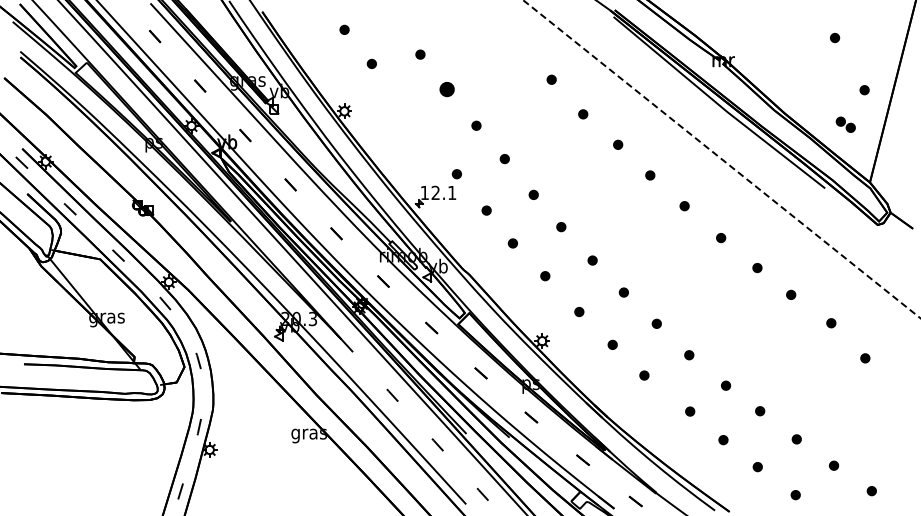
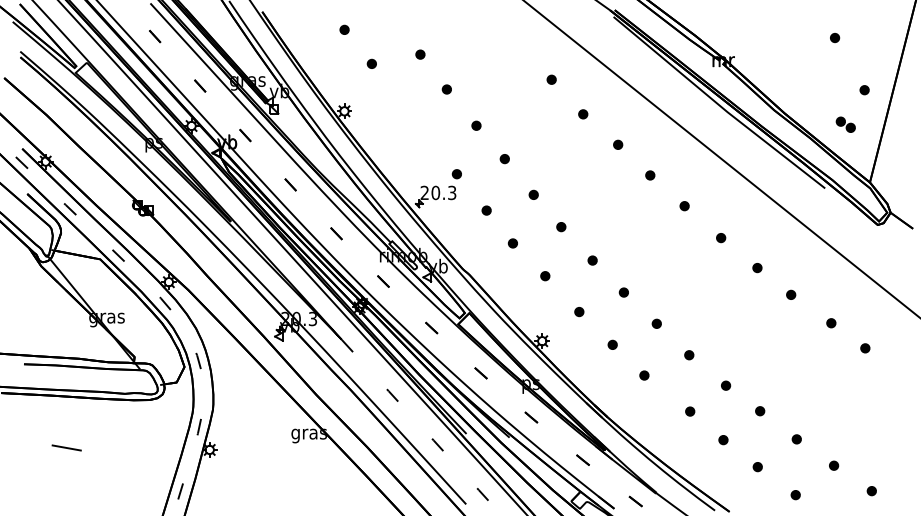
part at (446, 89) size: 16x16 px -> 11x11 px
line at (722, 159): dashed -> solid
text at (438, 192): 12.1 -> 20.3
part at (865, 358) position: (865, 358) -> (865, 348)
line at (66, 447): none -> present
